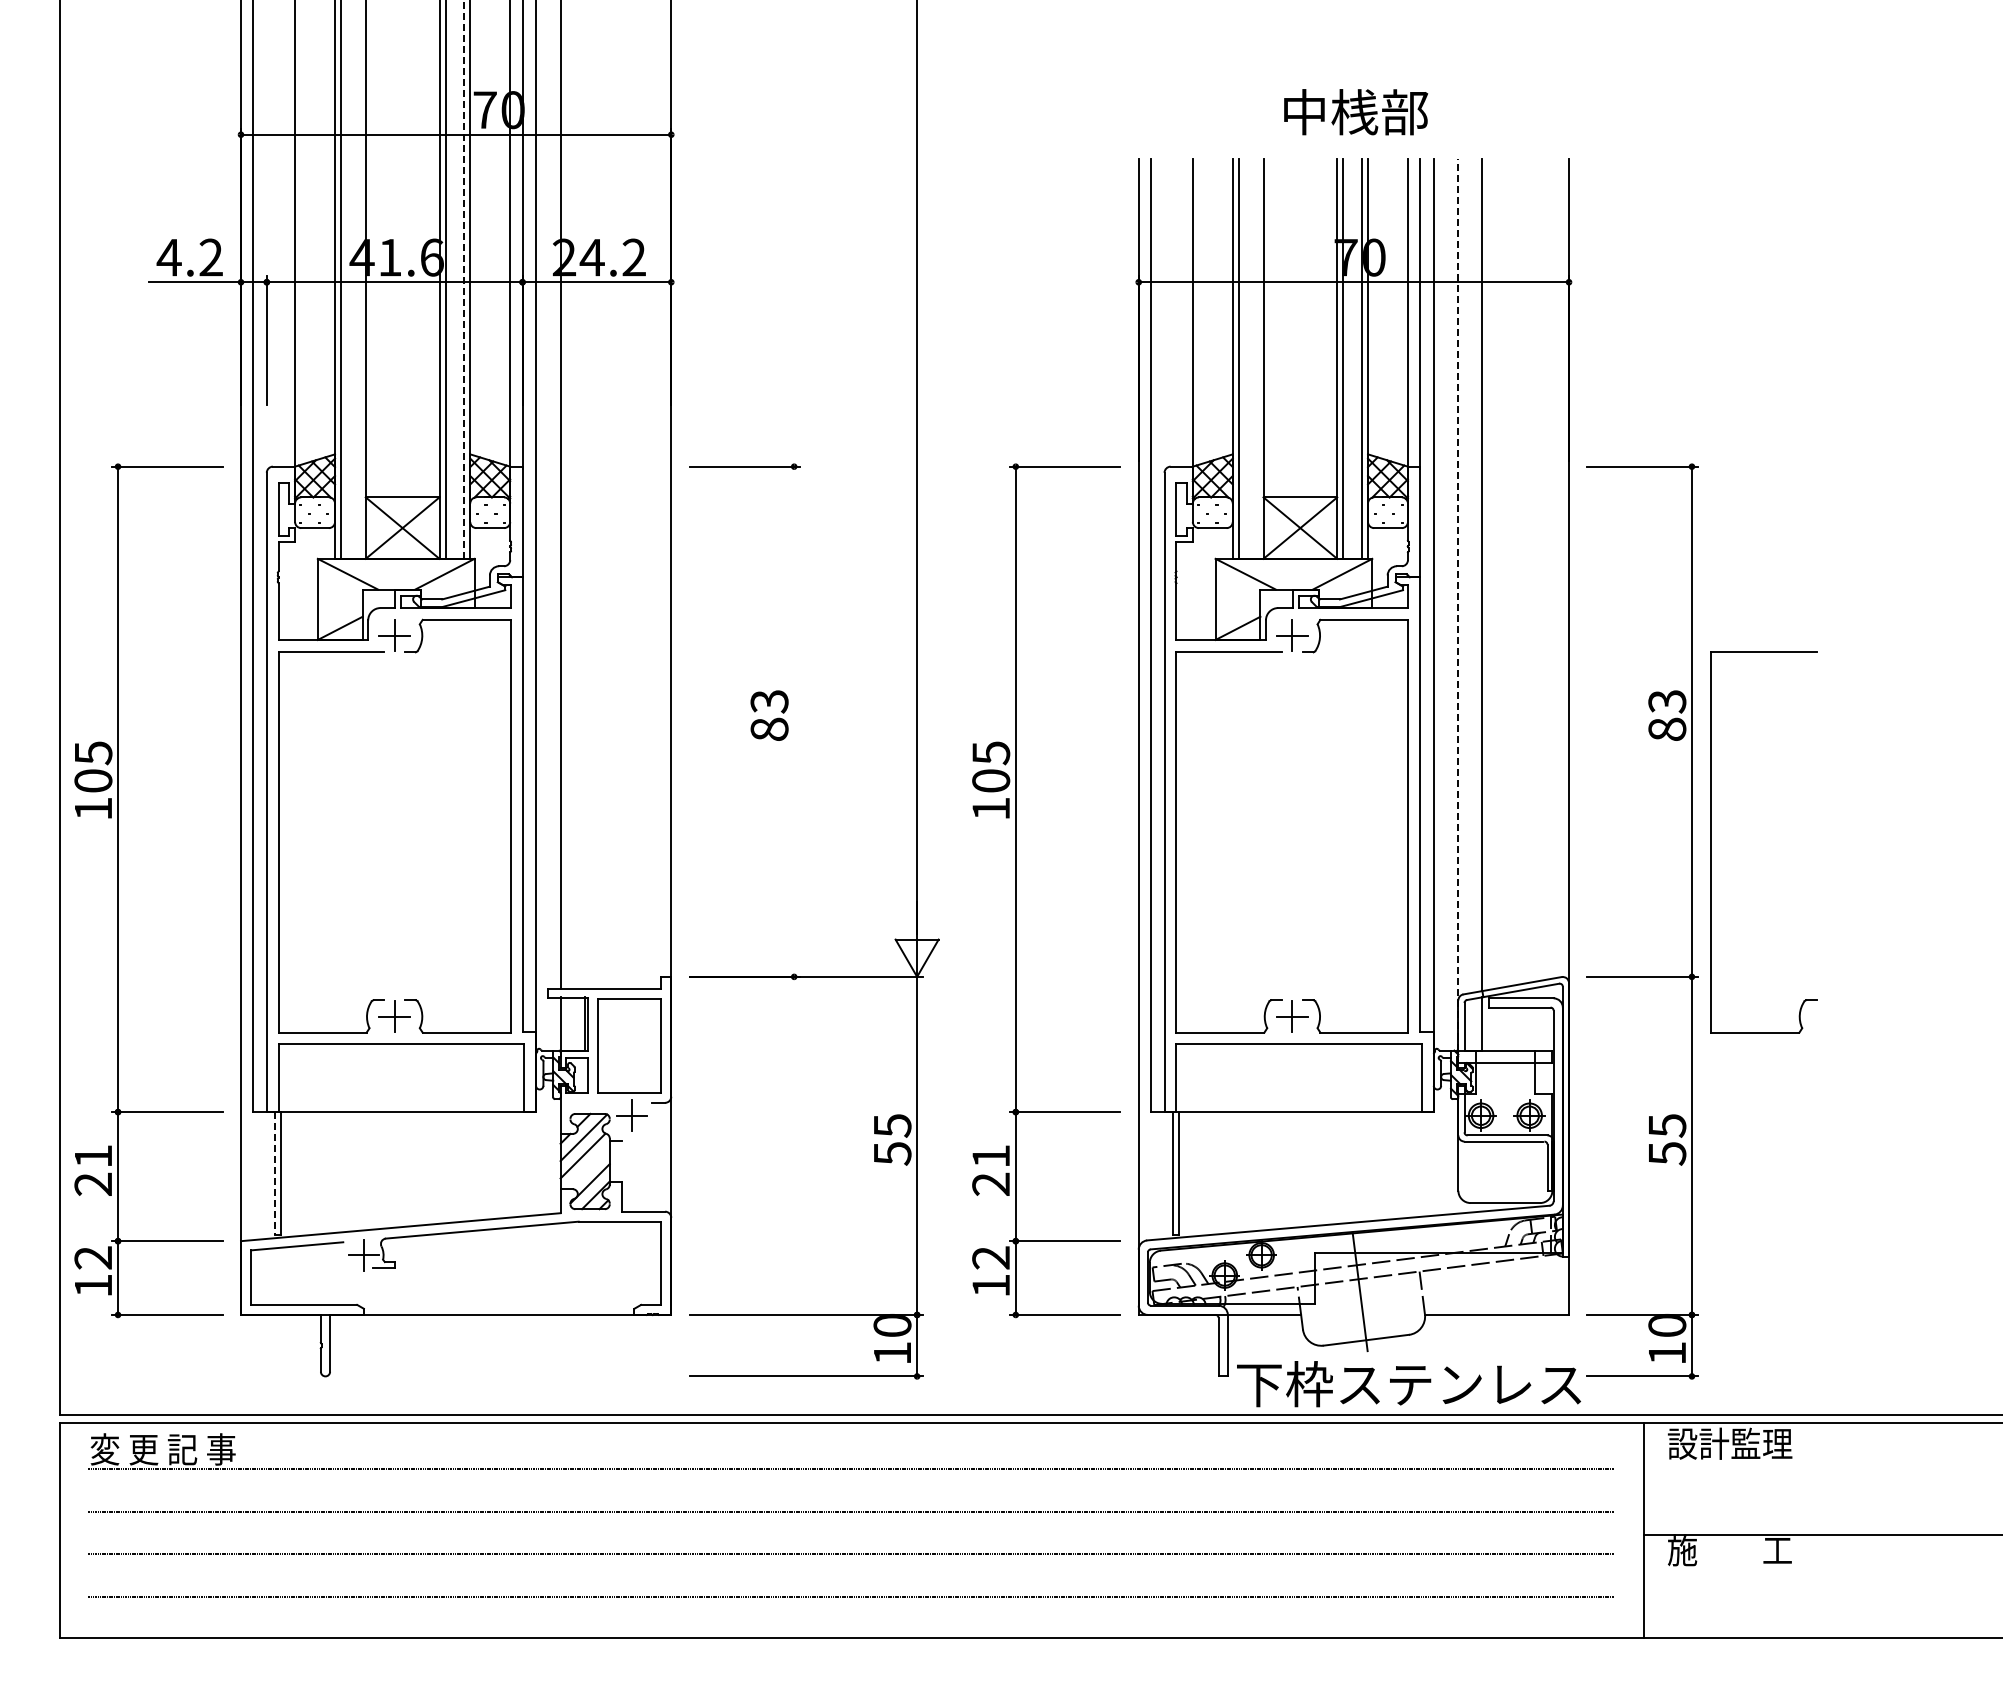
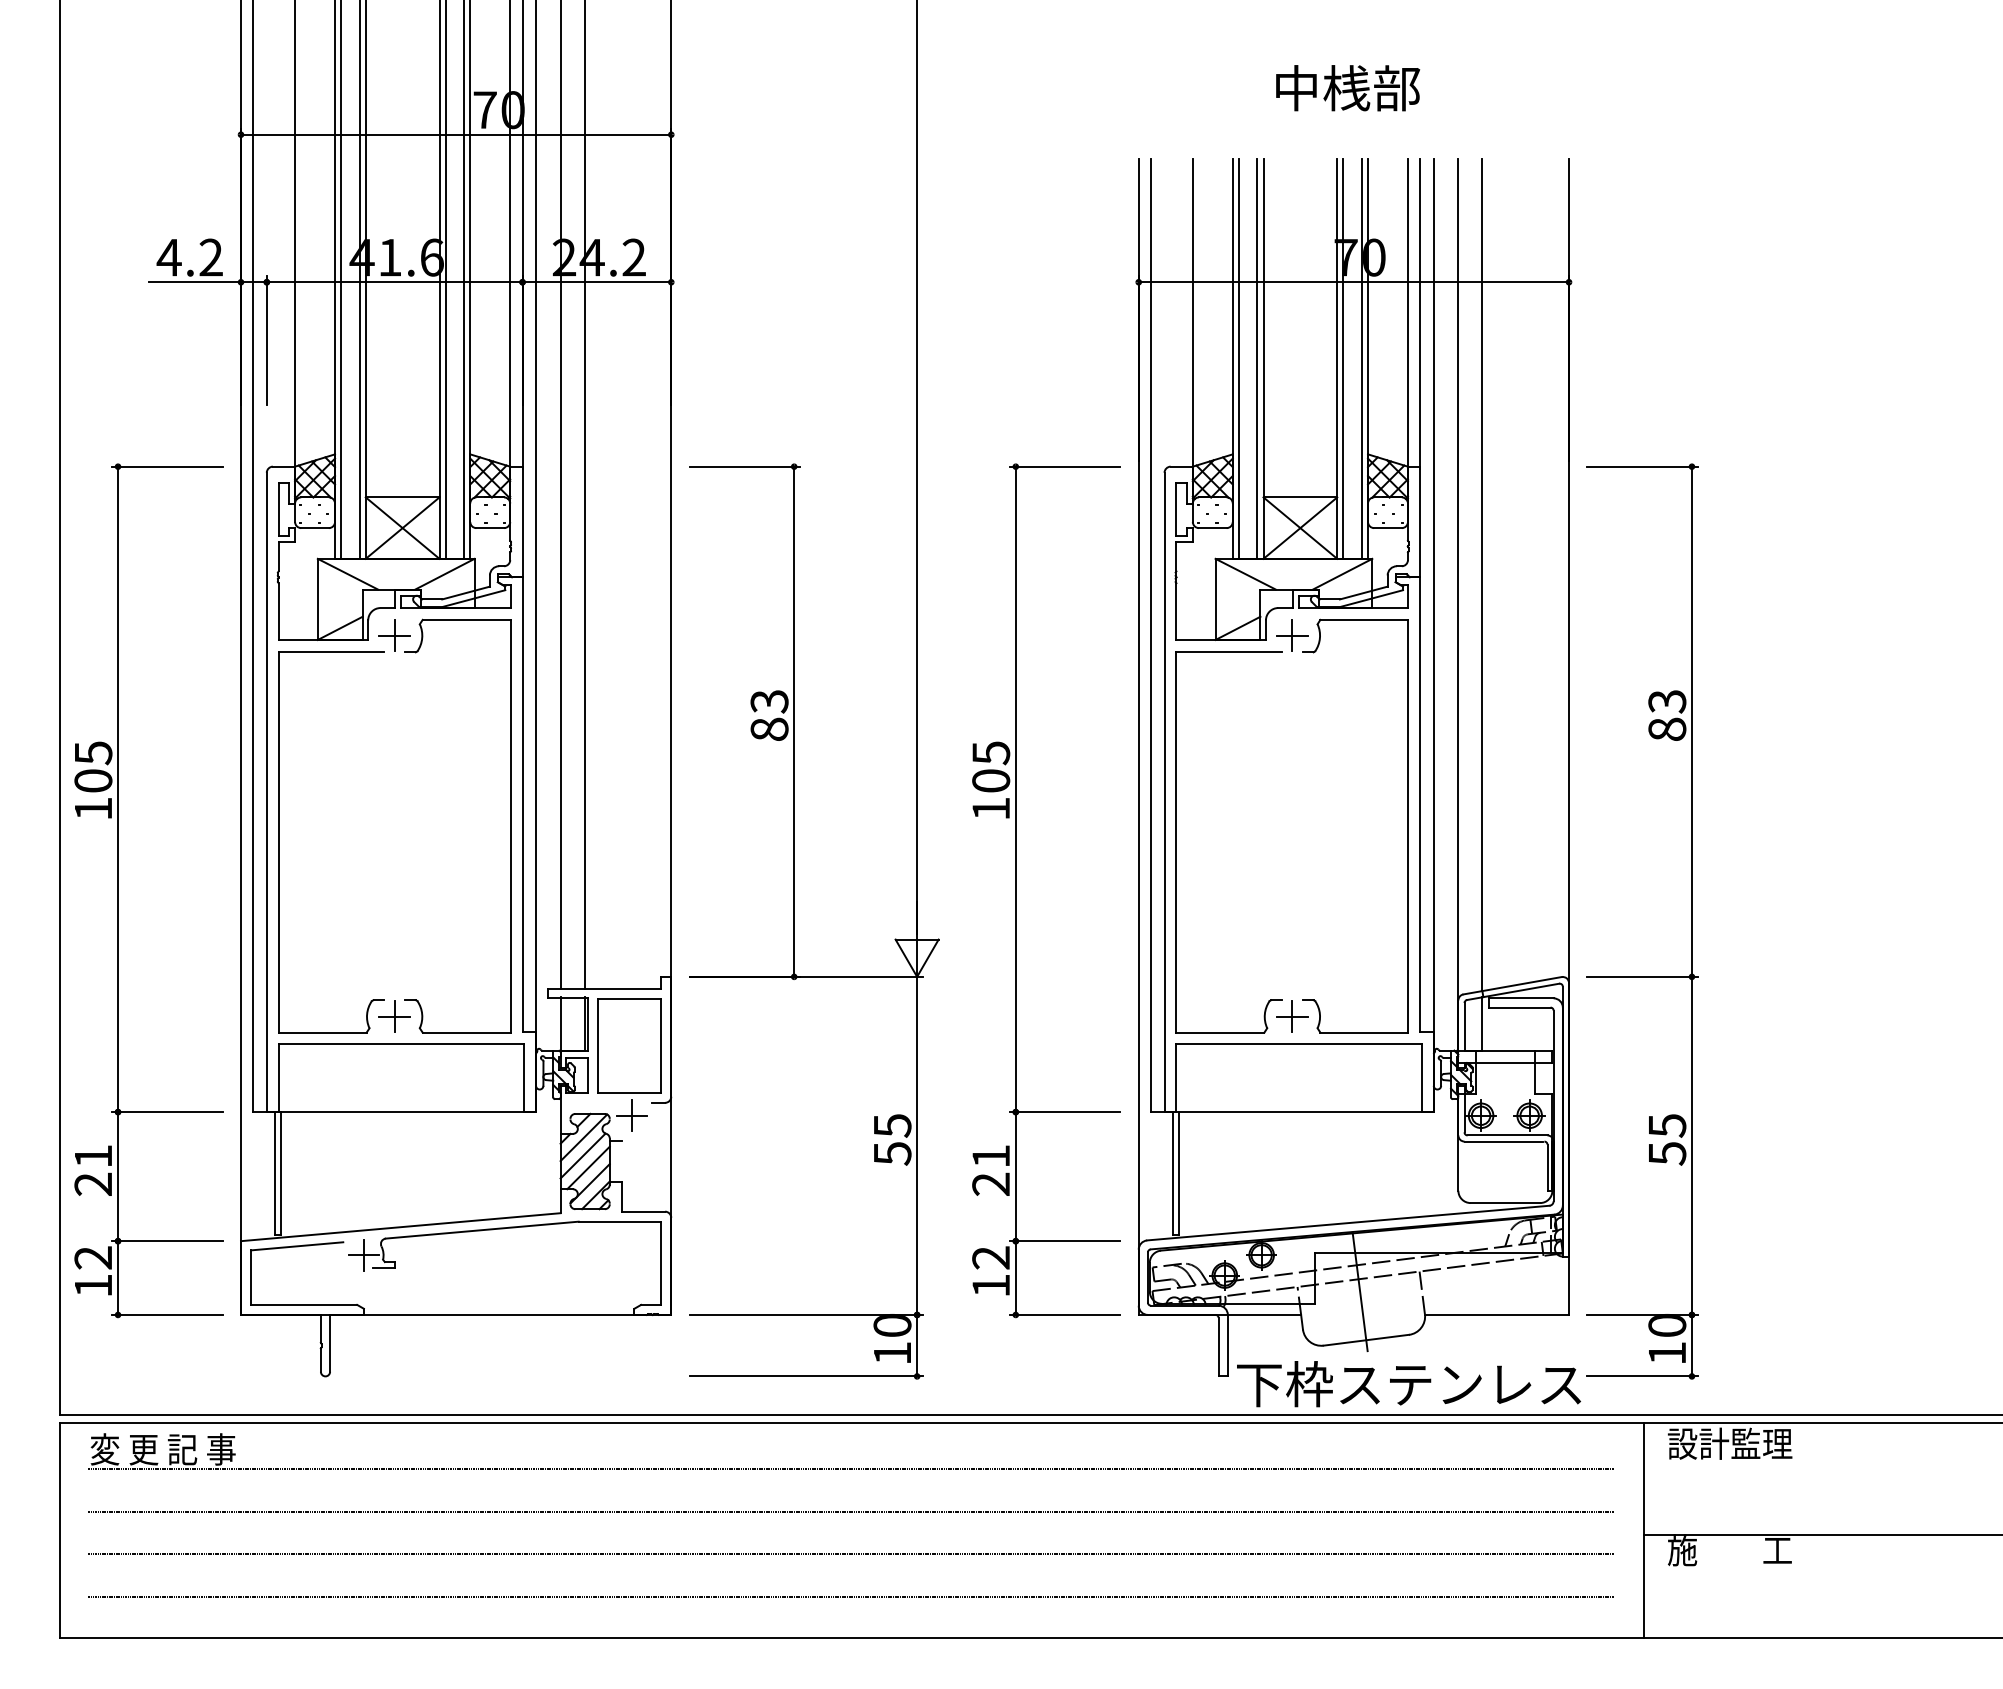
text at (1356, 112) position: (1356, 112) -> (1348, 88)
line at (464, 279): dashed -> solid
line at (359, 280): none -> present
line at (1257, 358): none -> present
line at (584, 495): none -> present
line at (1458, 604): dashed -> solid
line at (794, 721): none -> present
part at (1711, 842): present -> none
line at (588, 1167): none -> present
line at (274, 1174): dashed -> solid
